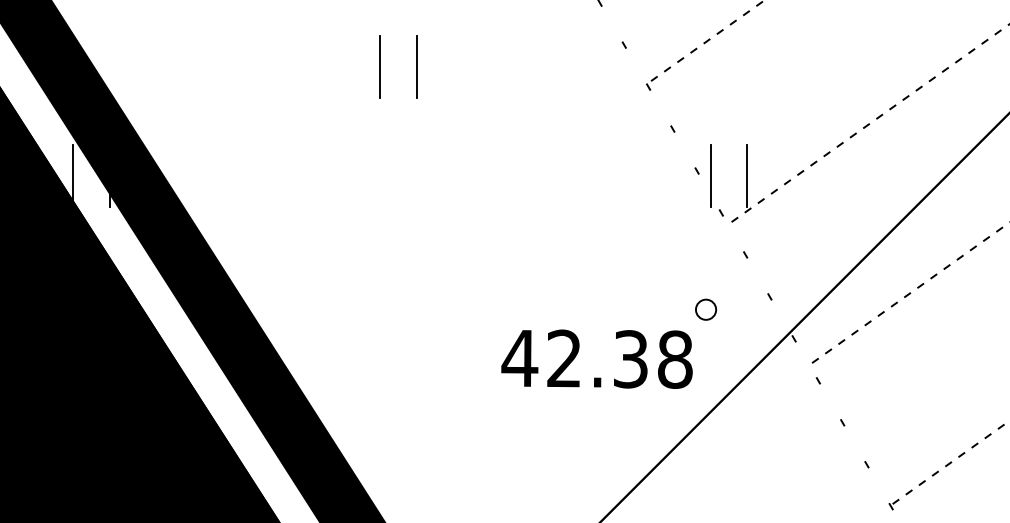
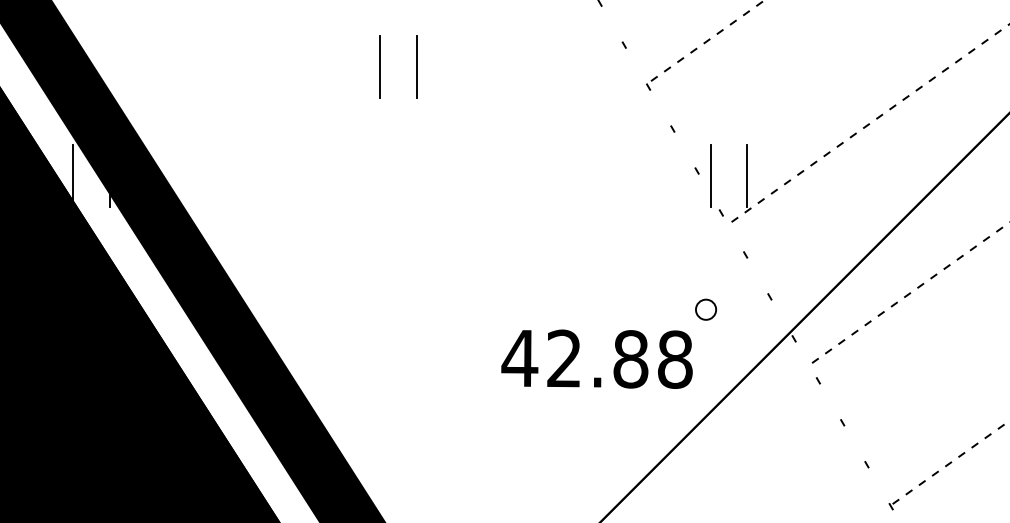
text at (630, 359): 42.38 -> 42.88
